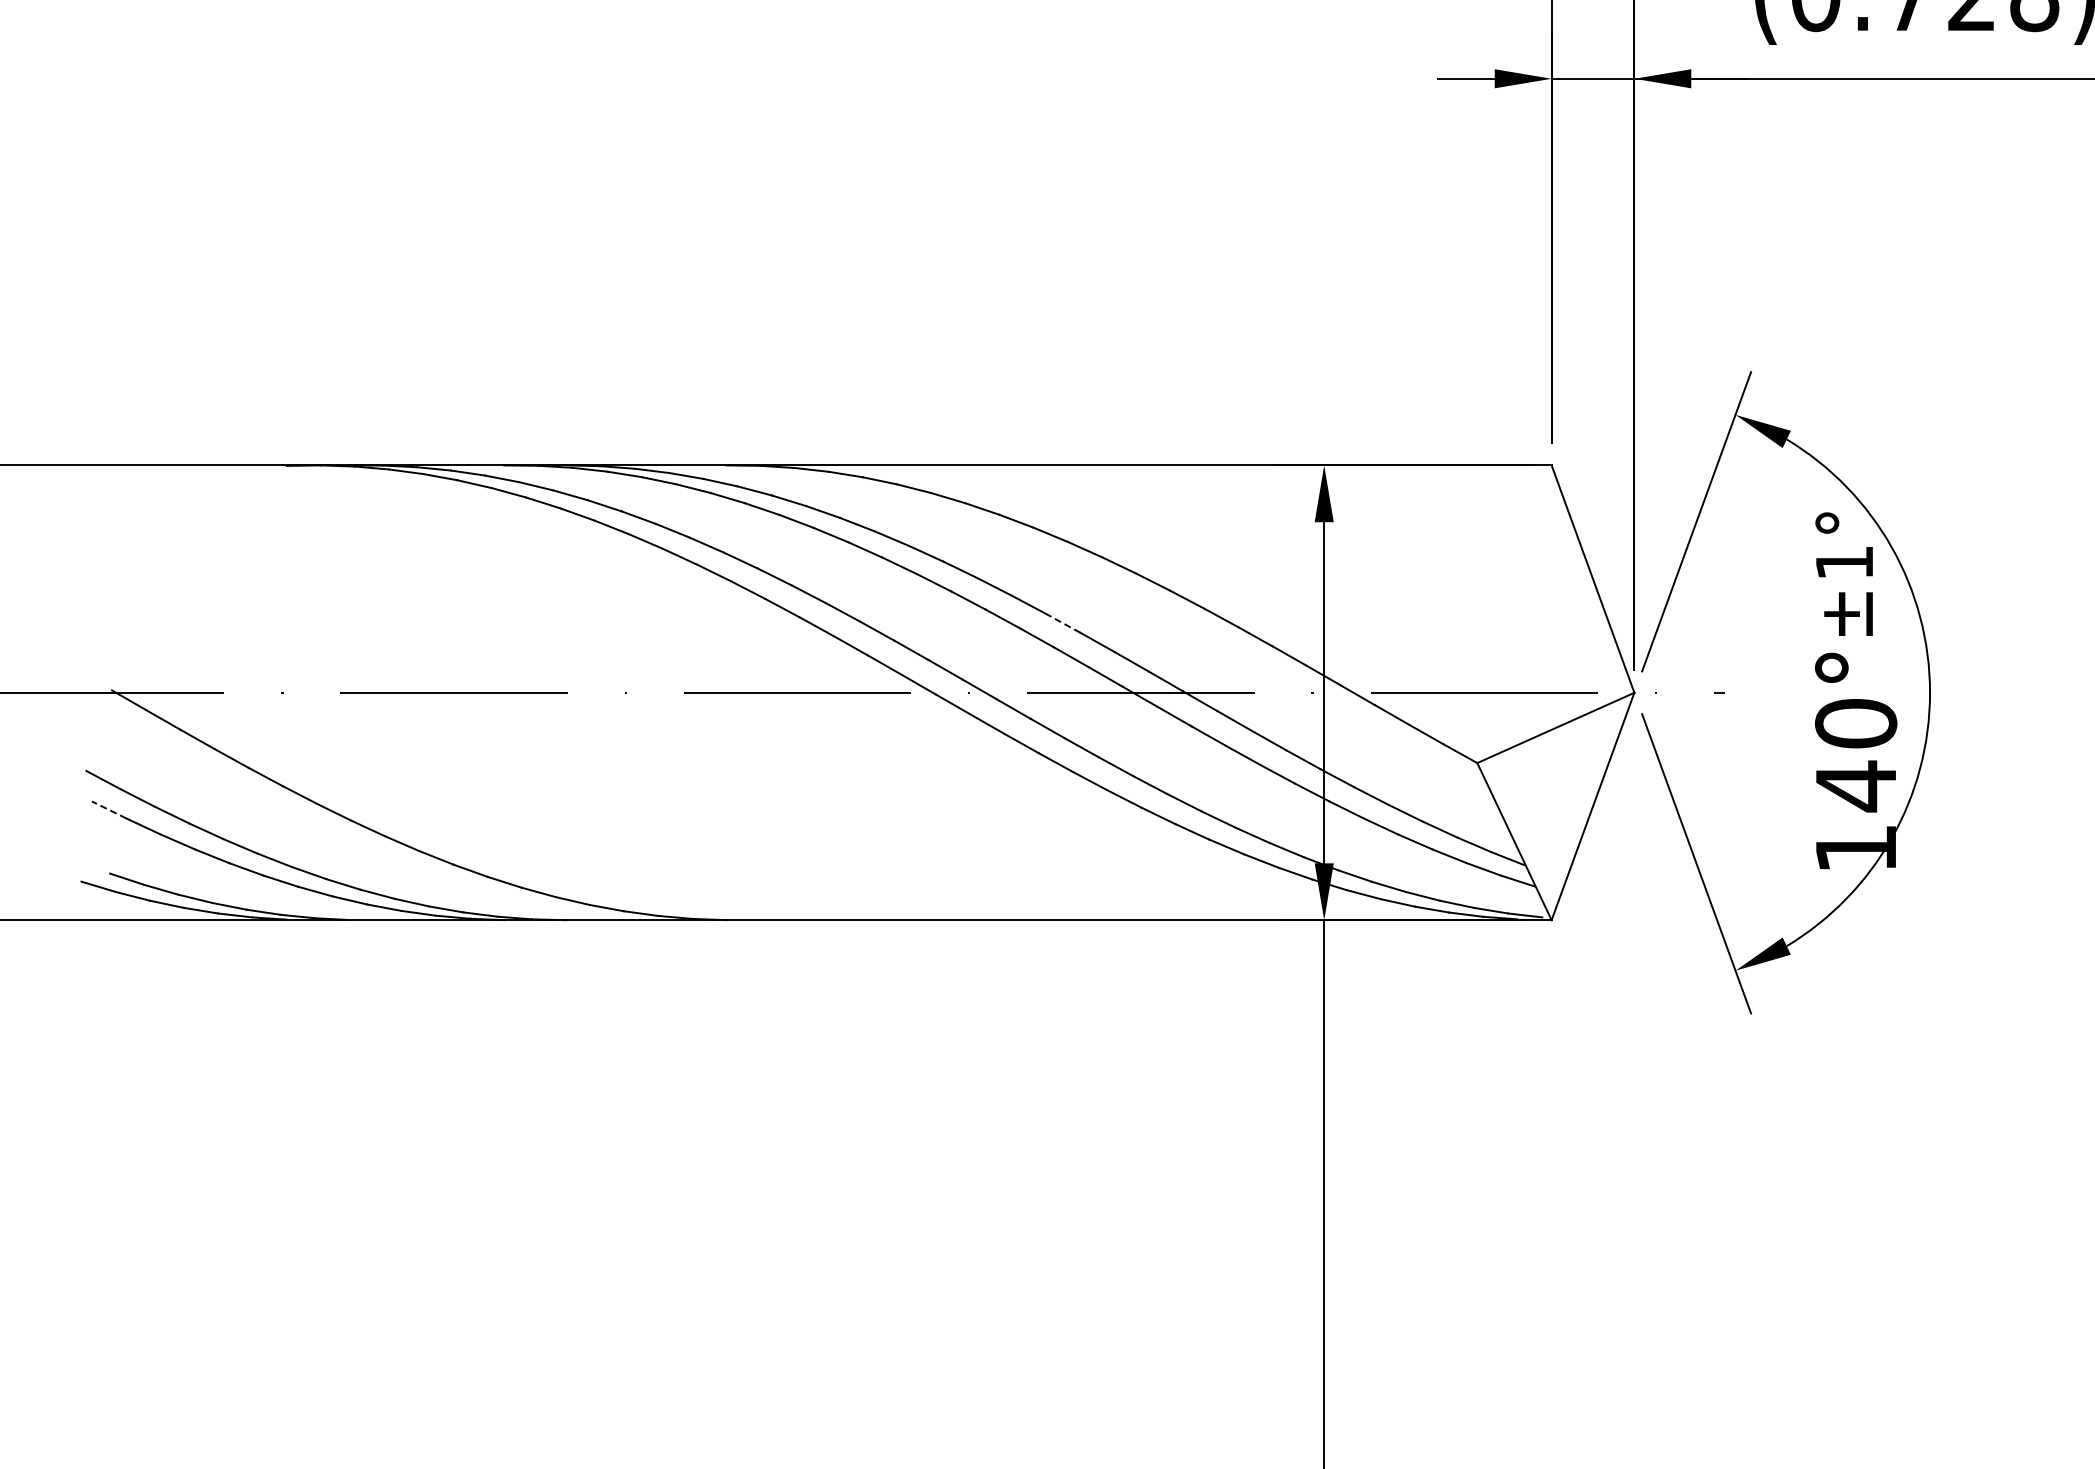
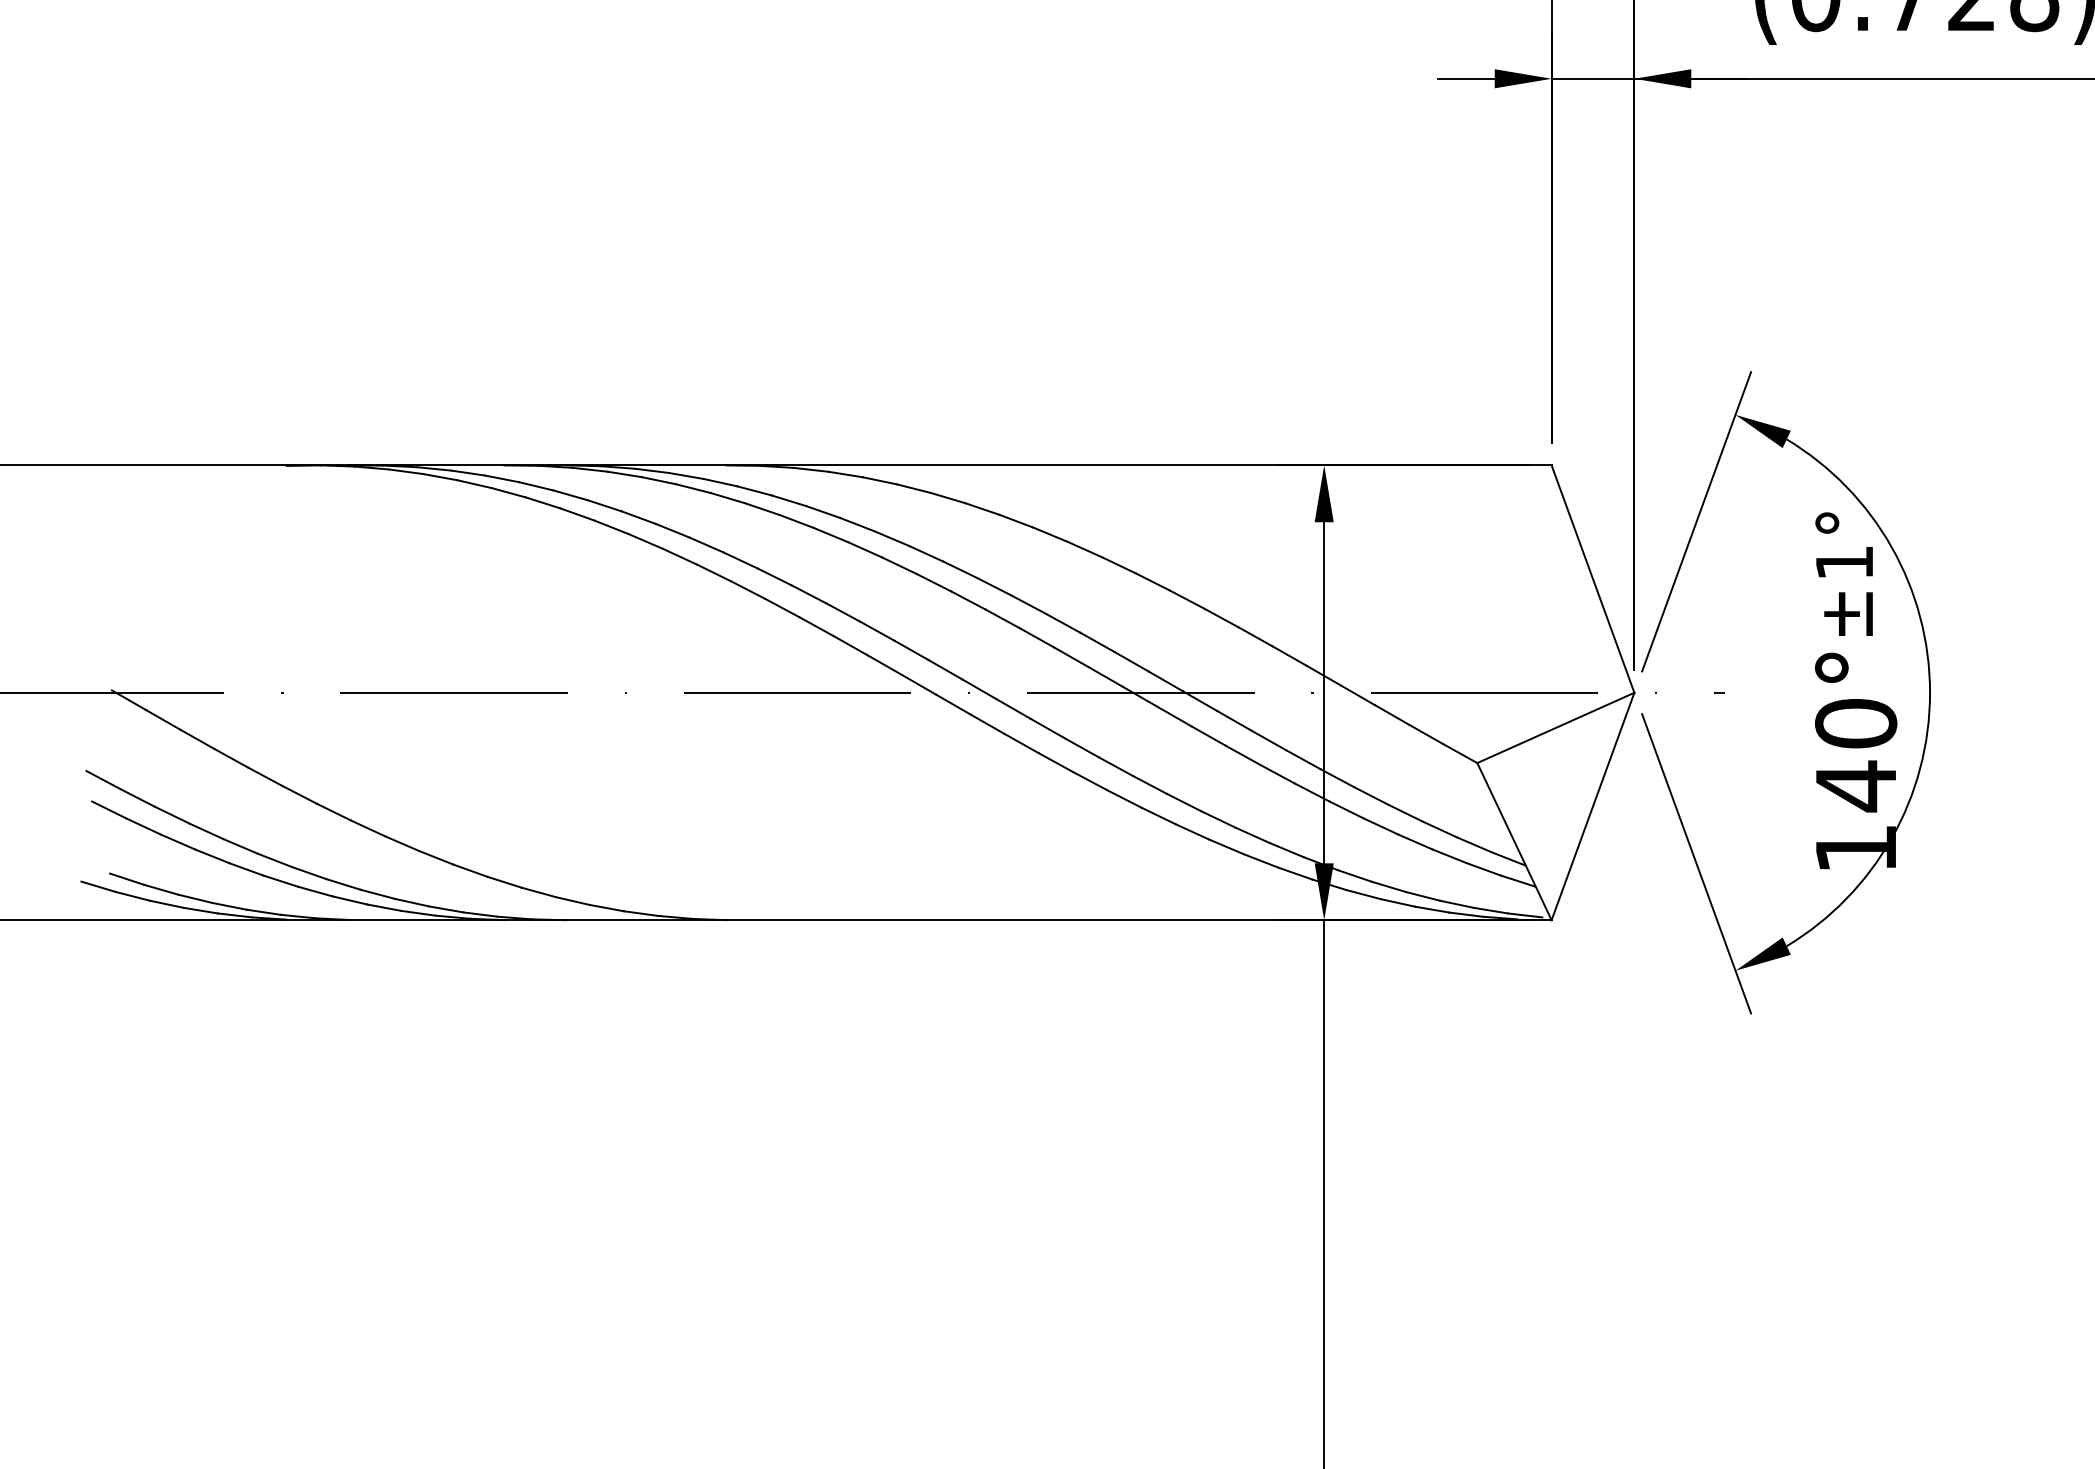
line at (1063, 623): dashed -> solid
line at (108, 809): dashed -> solid
